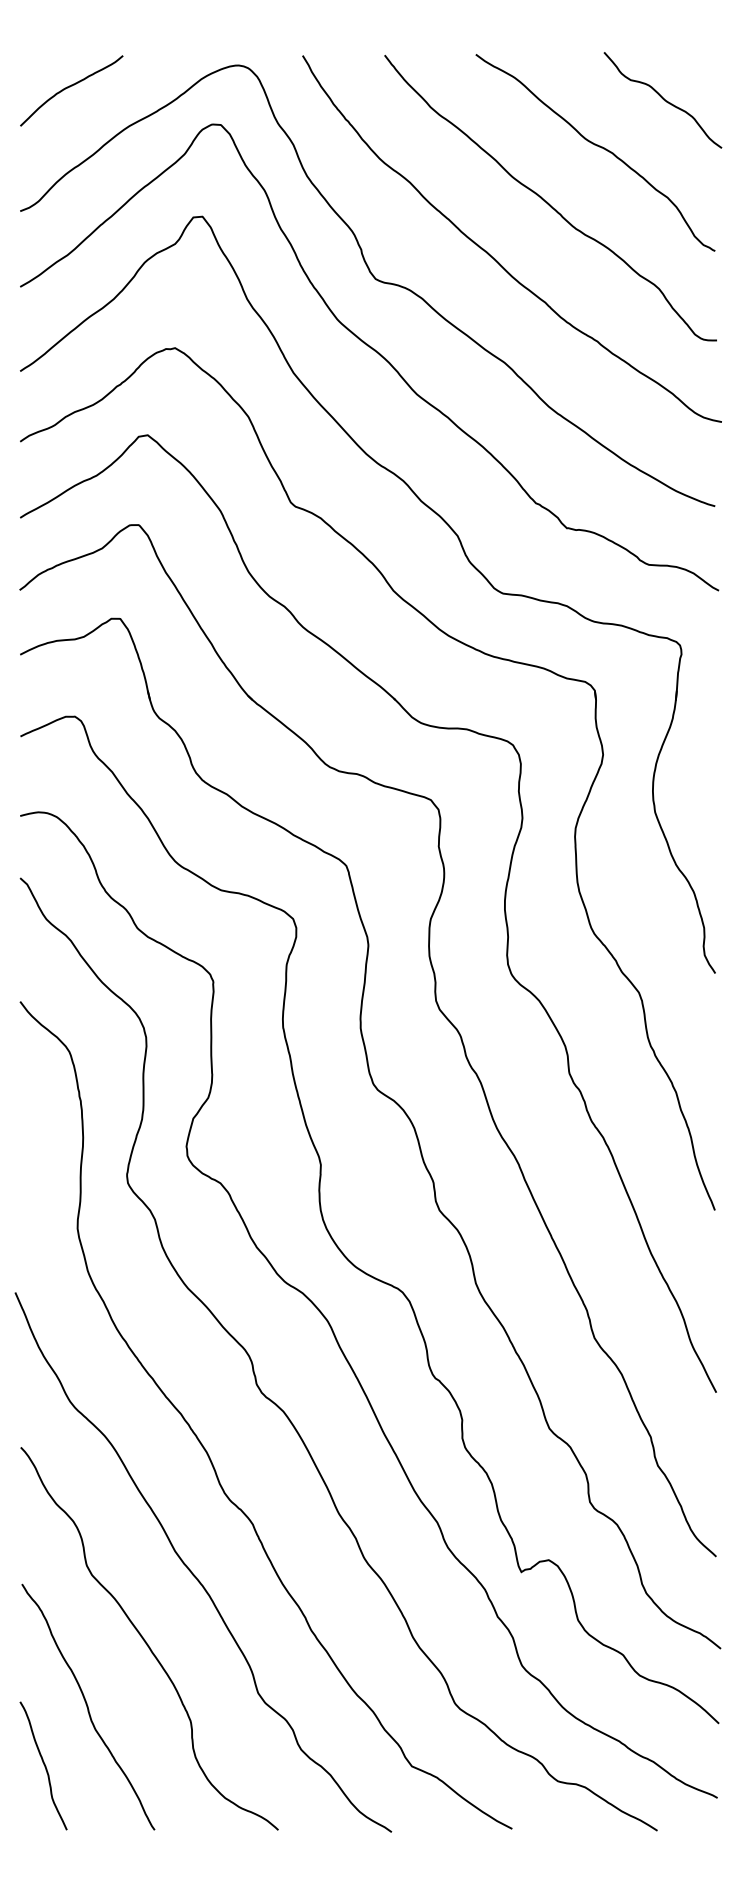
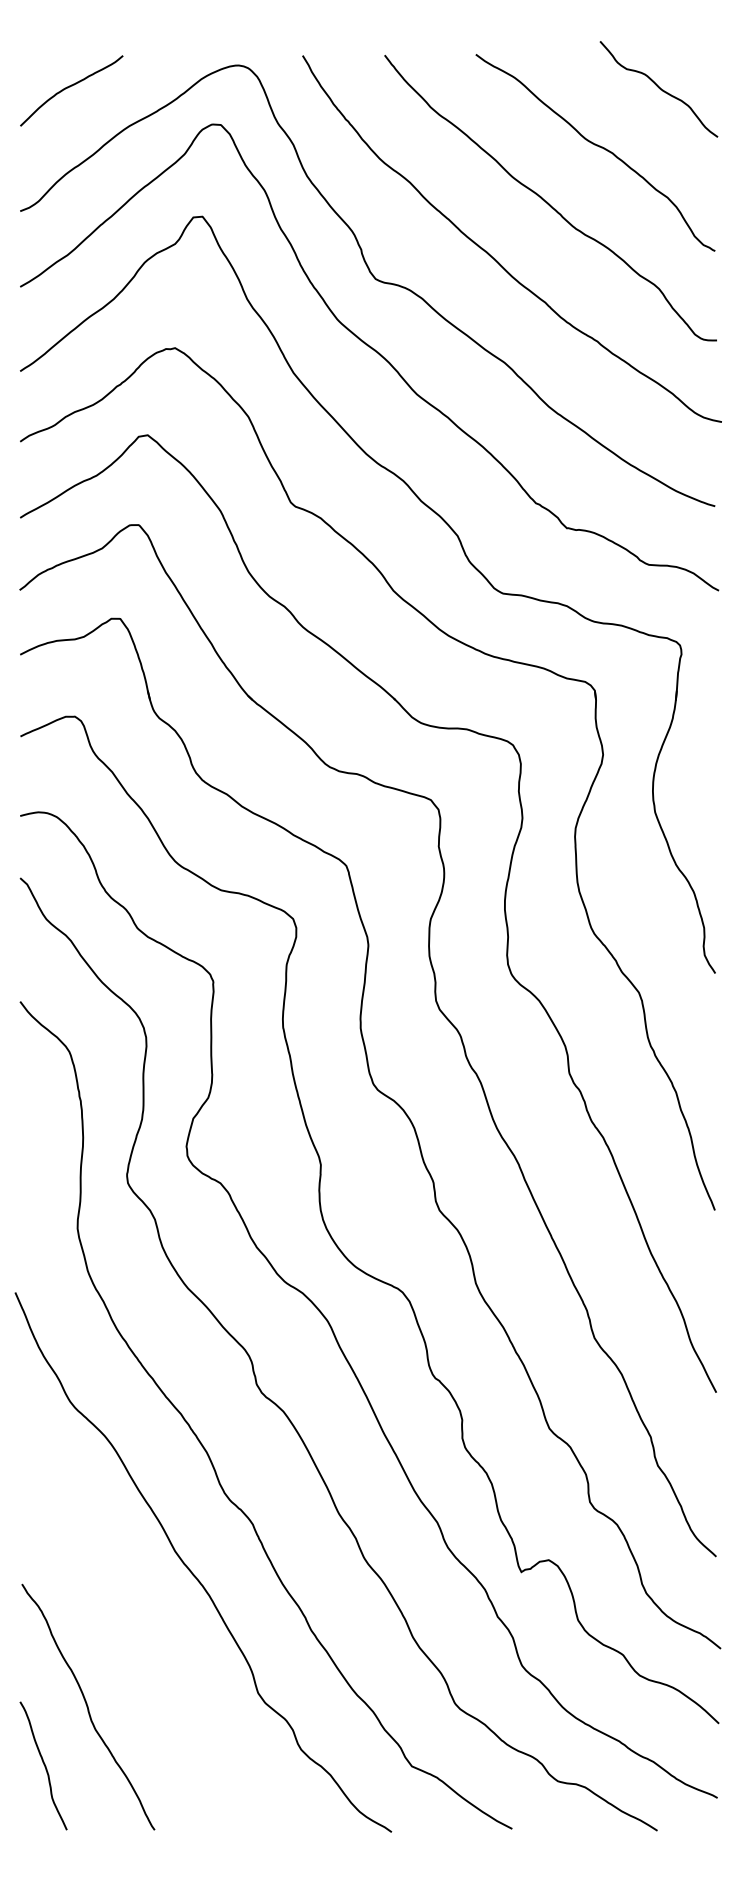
curve at (662, 99) position: (662, 99) -> (658, 88)
curve at (146, 1641): present -> none
